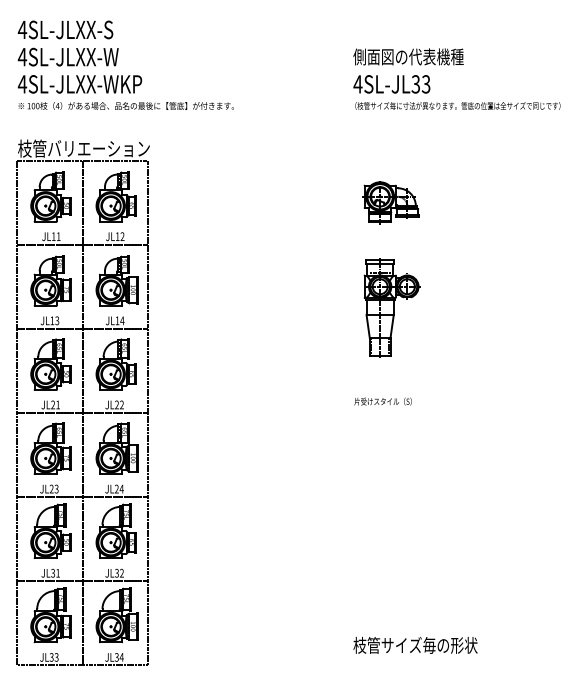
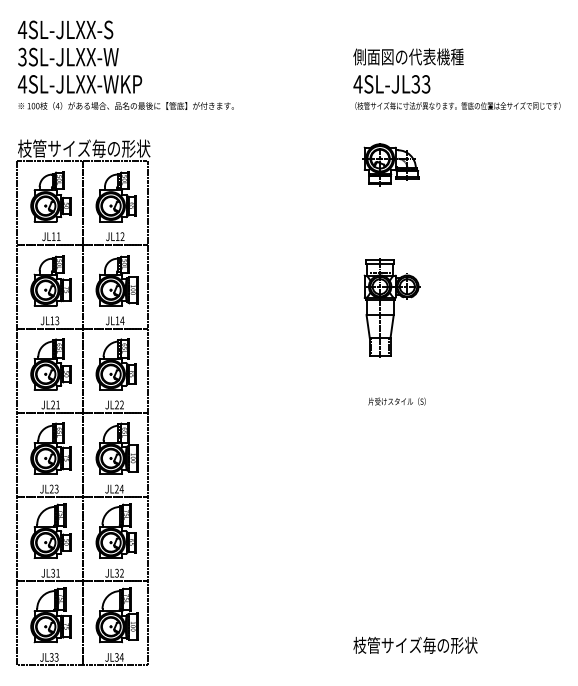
text at (22, 56): 4SL-JLXX-W -> 3SL-JLXX-W
text at (99, 148): 枝管バリエーション -> 枝管サイズ毎の形状
part at (390, 202) position: (390, 202) -> (390, 164)
text at (382, 401) position: (382, 401) -> (396, 401)
